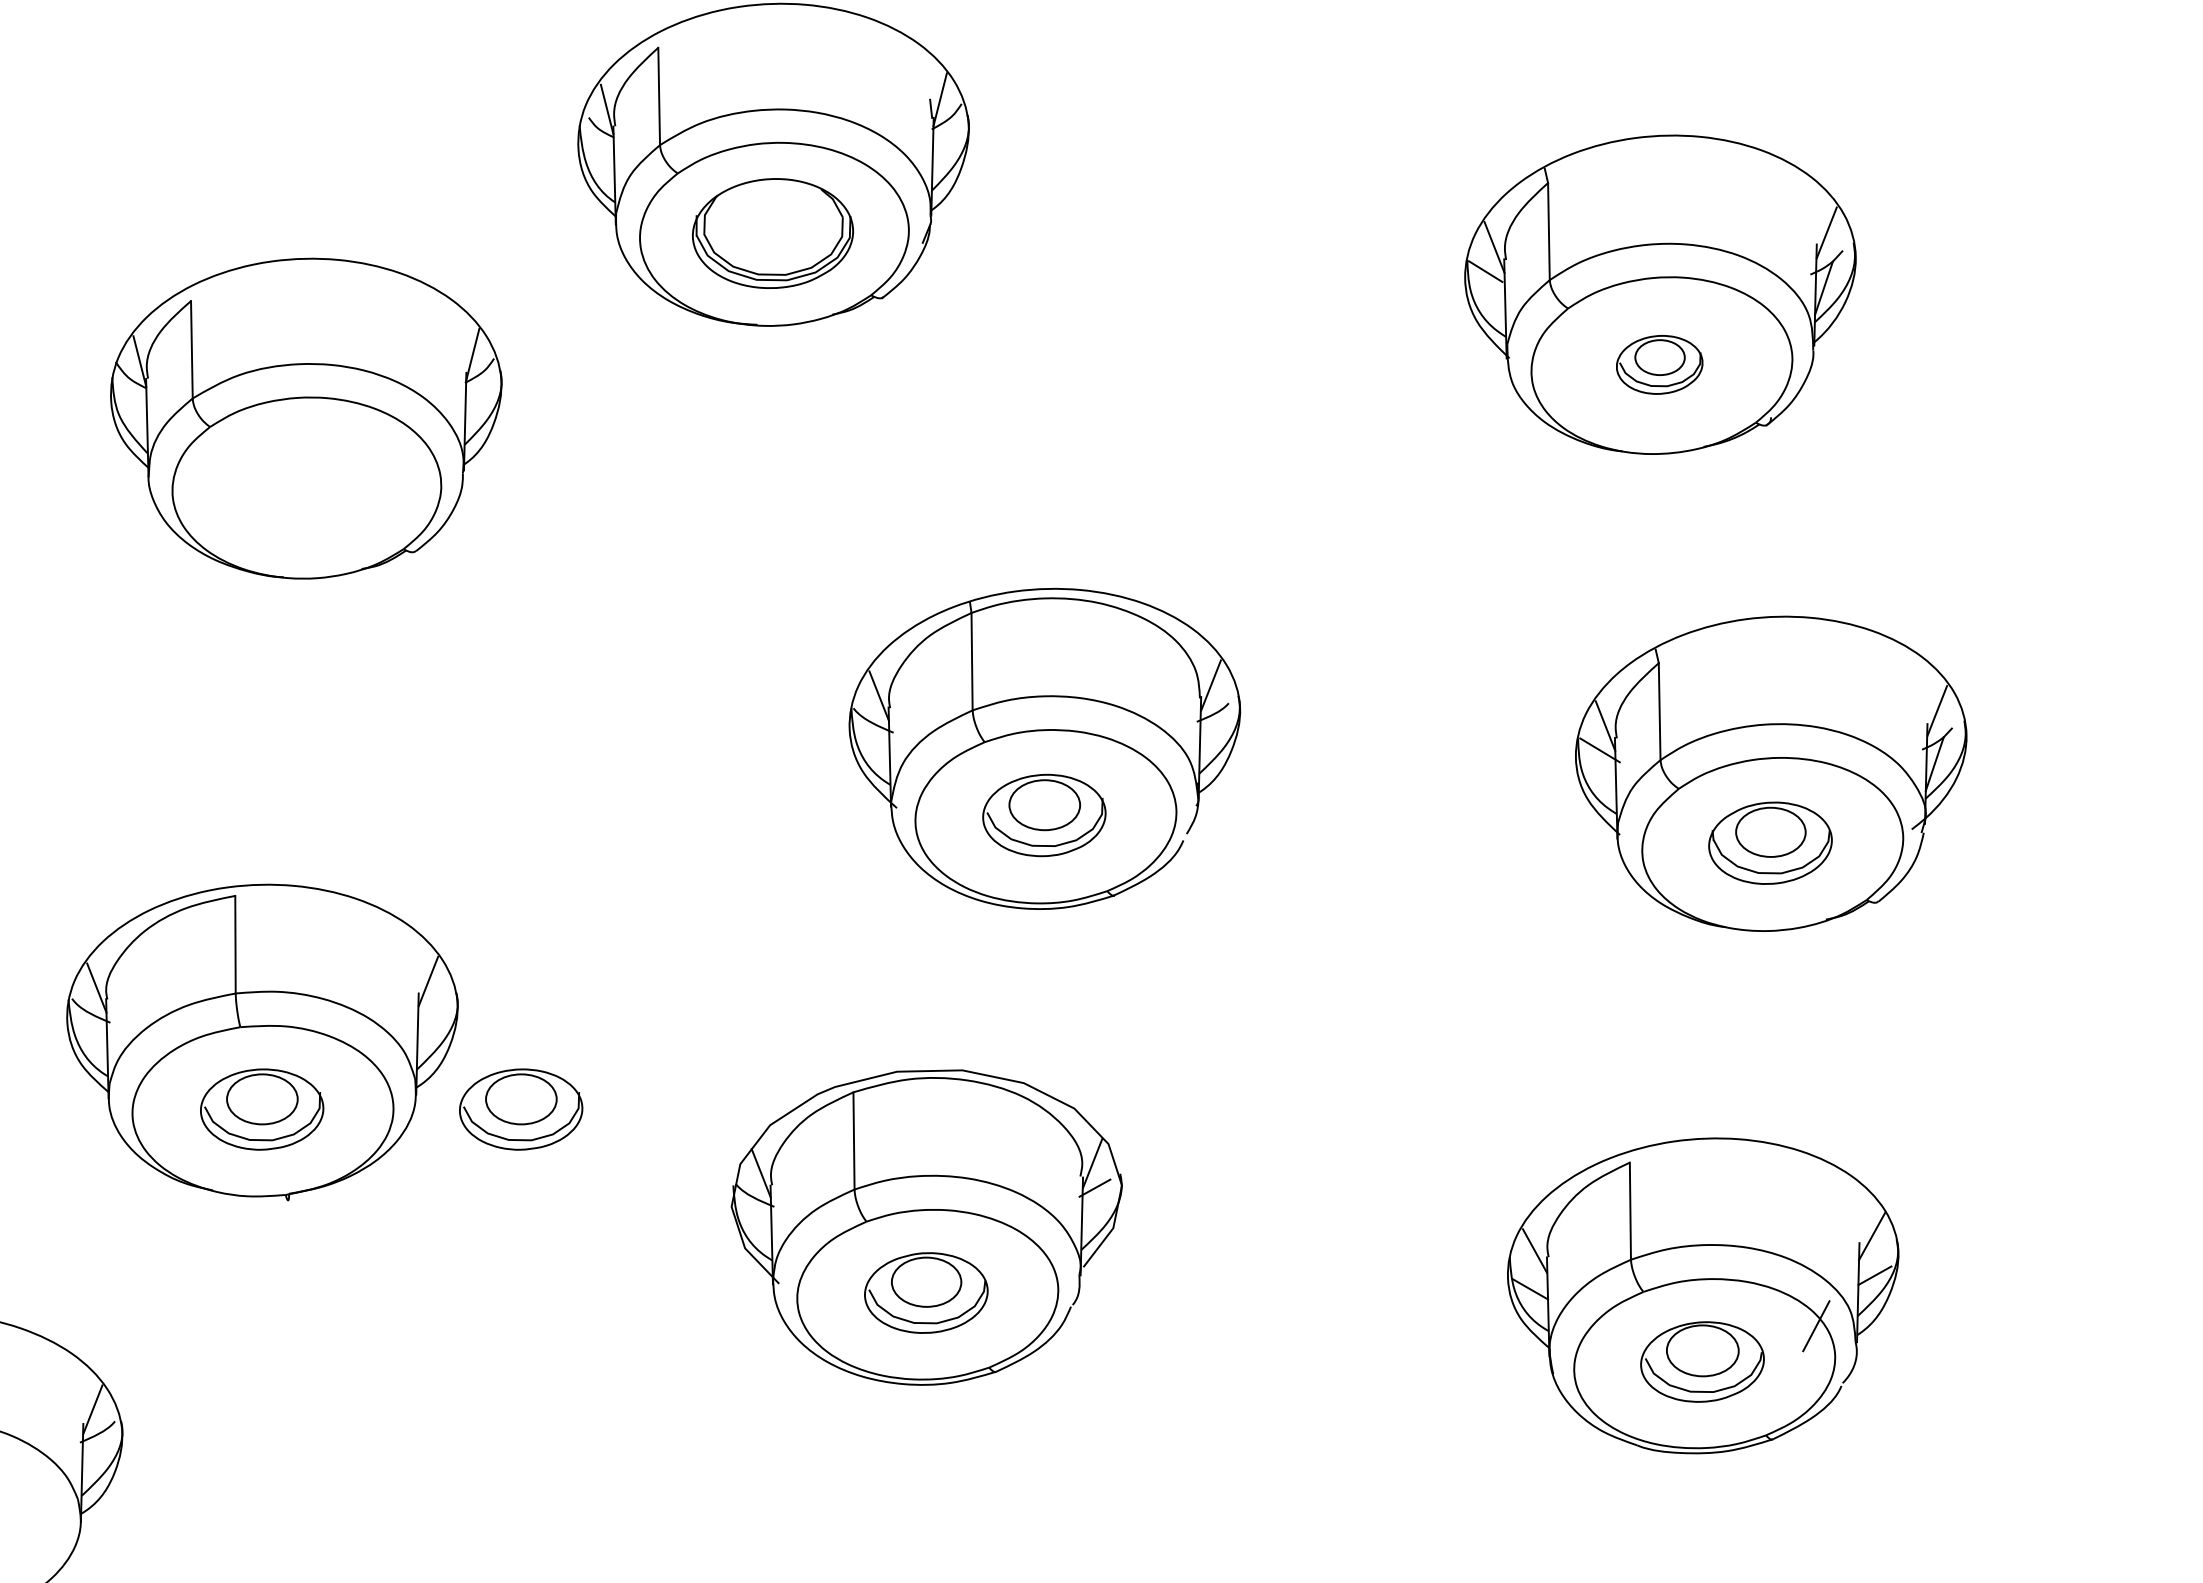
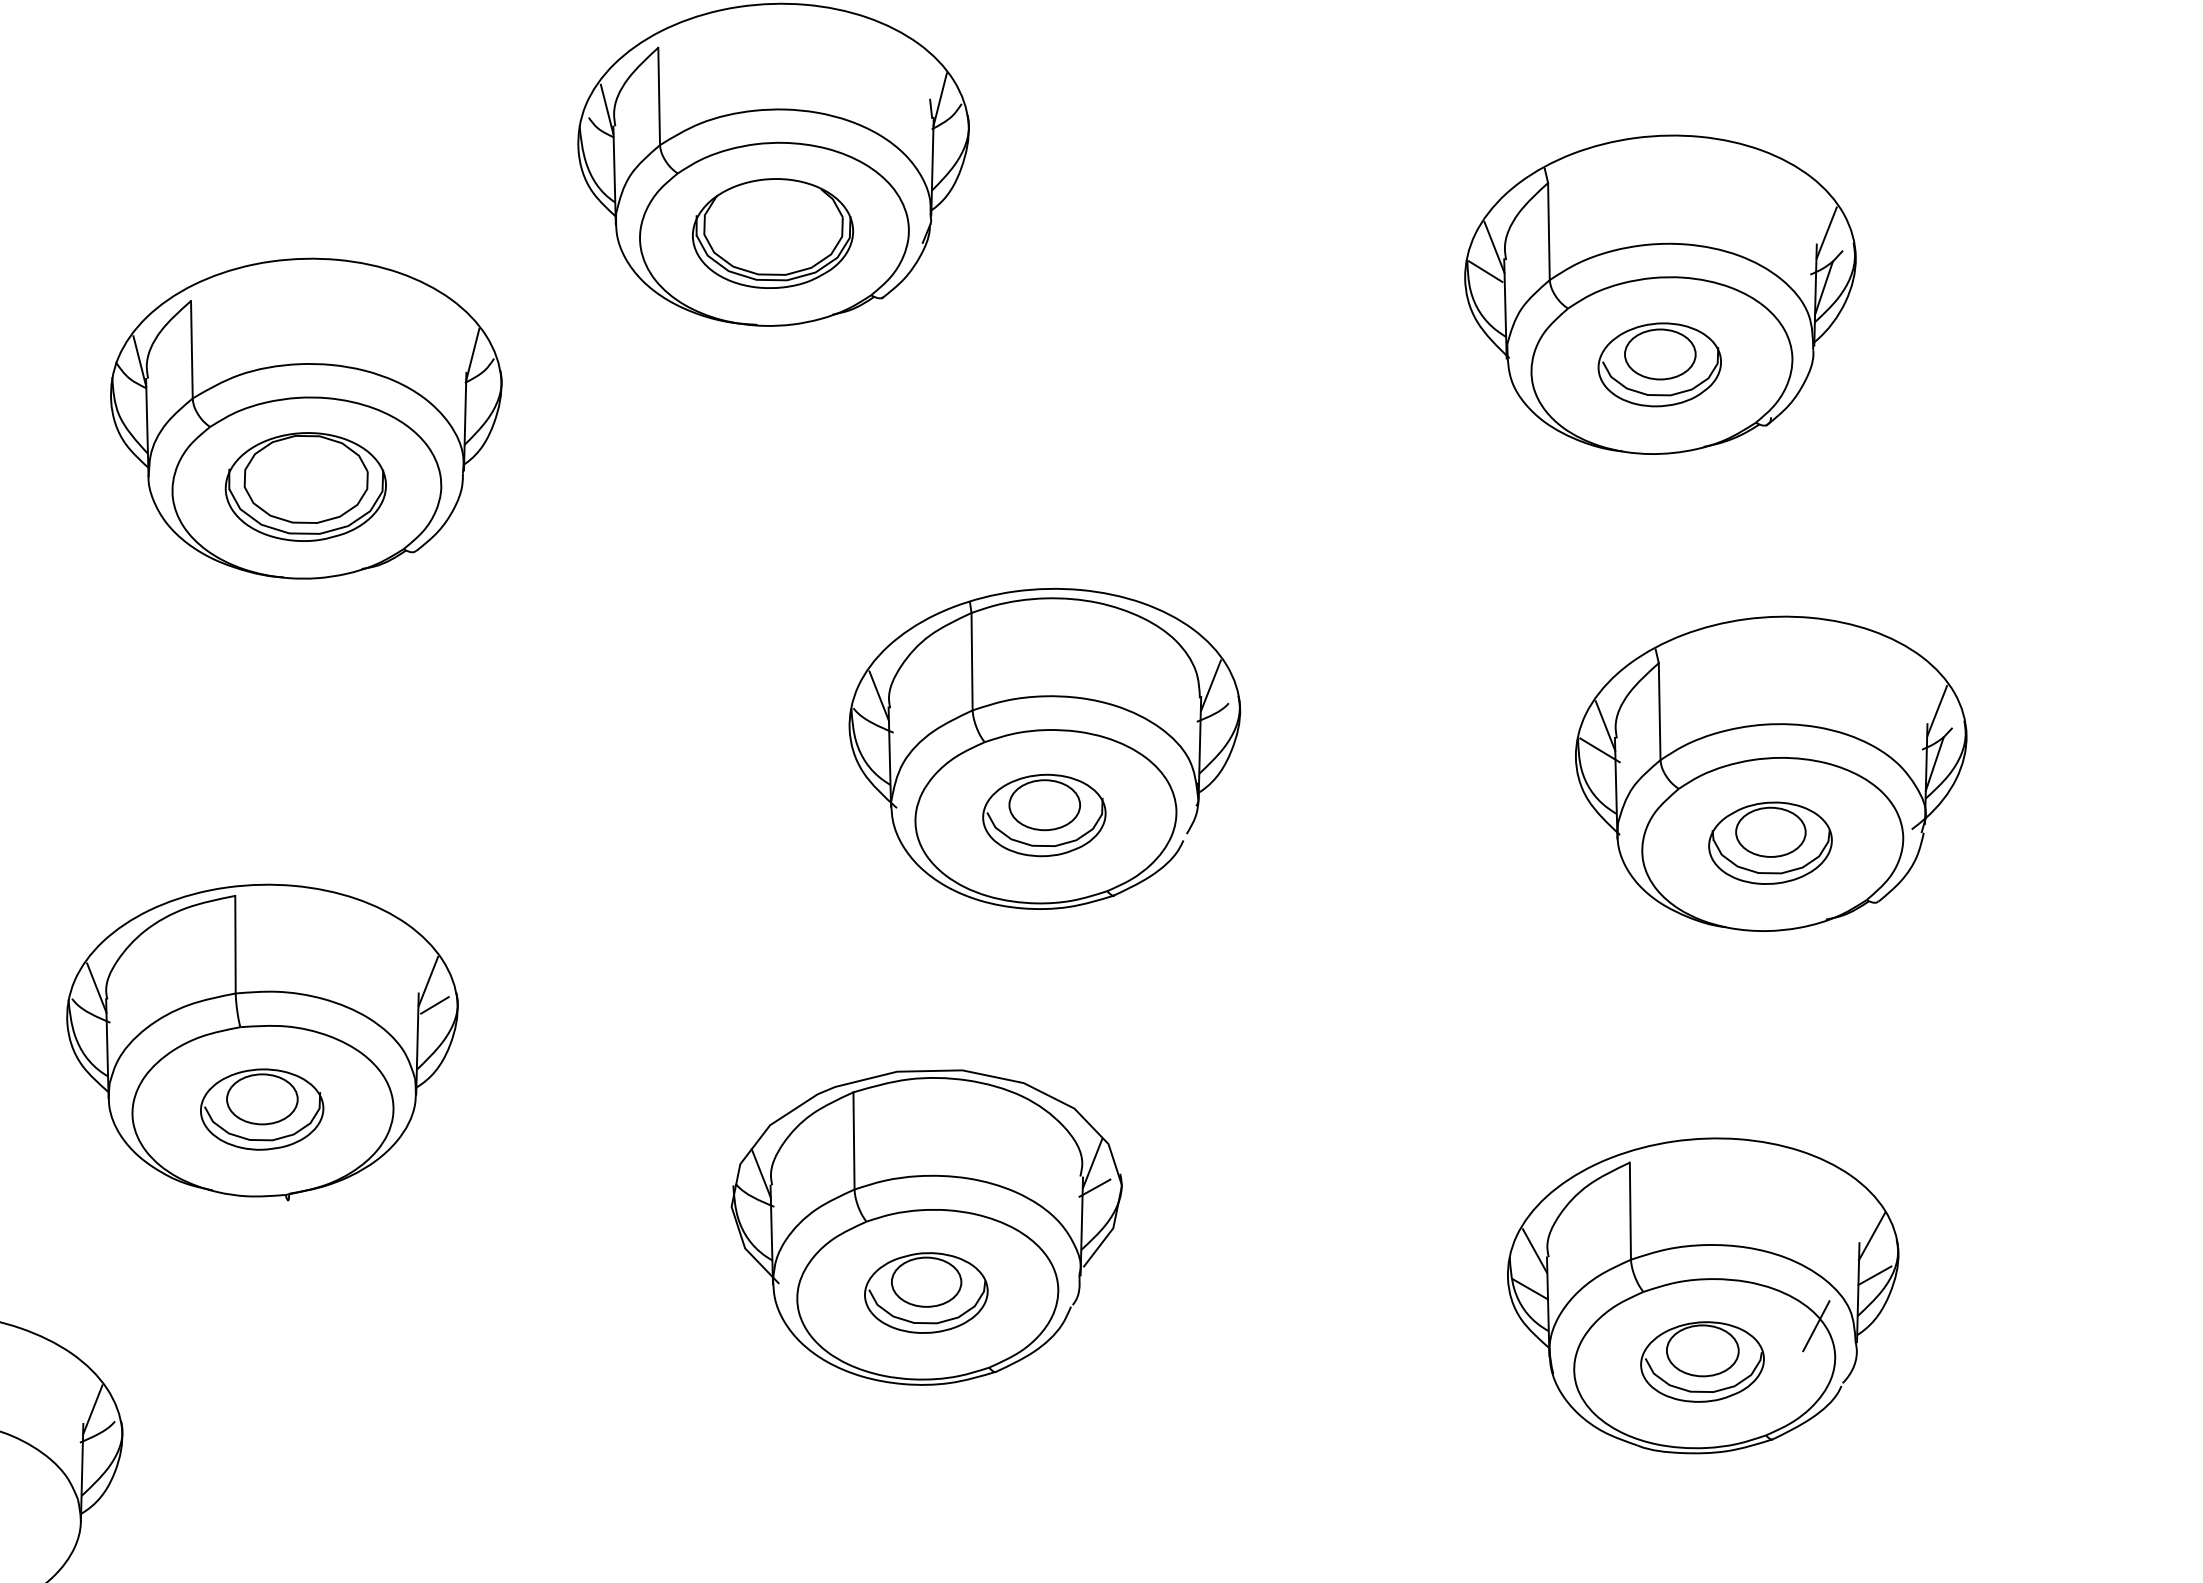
part at (1659, 364) size: 88x60 px -> 125x86 px
part at (305, 486): none -> present
line at (434, 1005): none -> present
part at (521, 1109): present -> none
